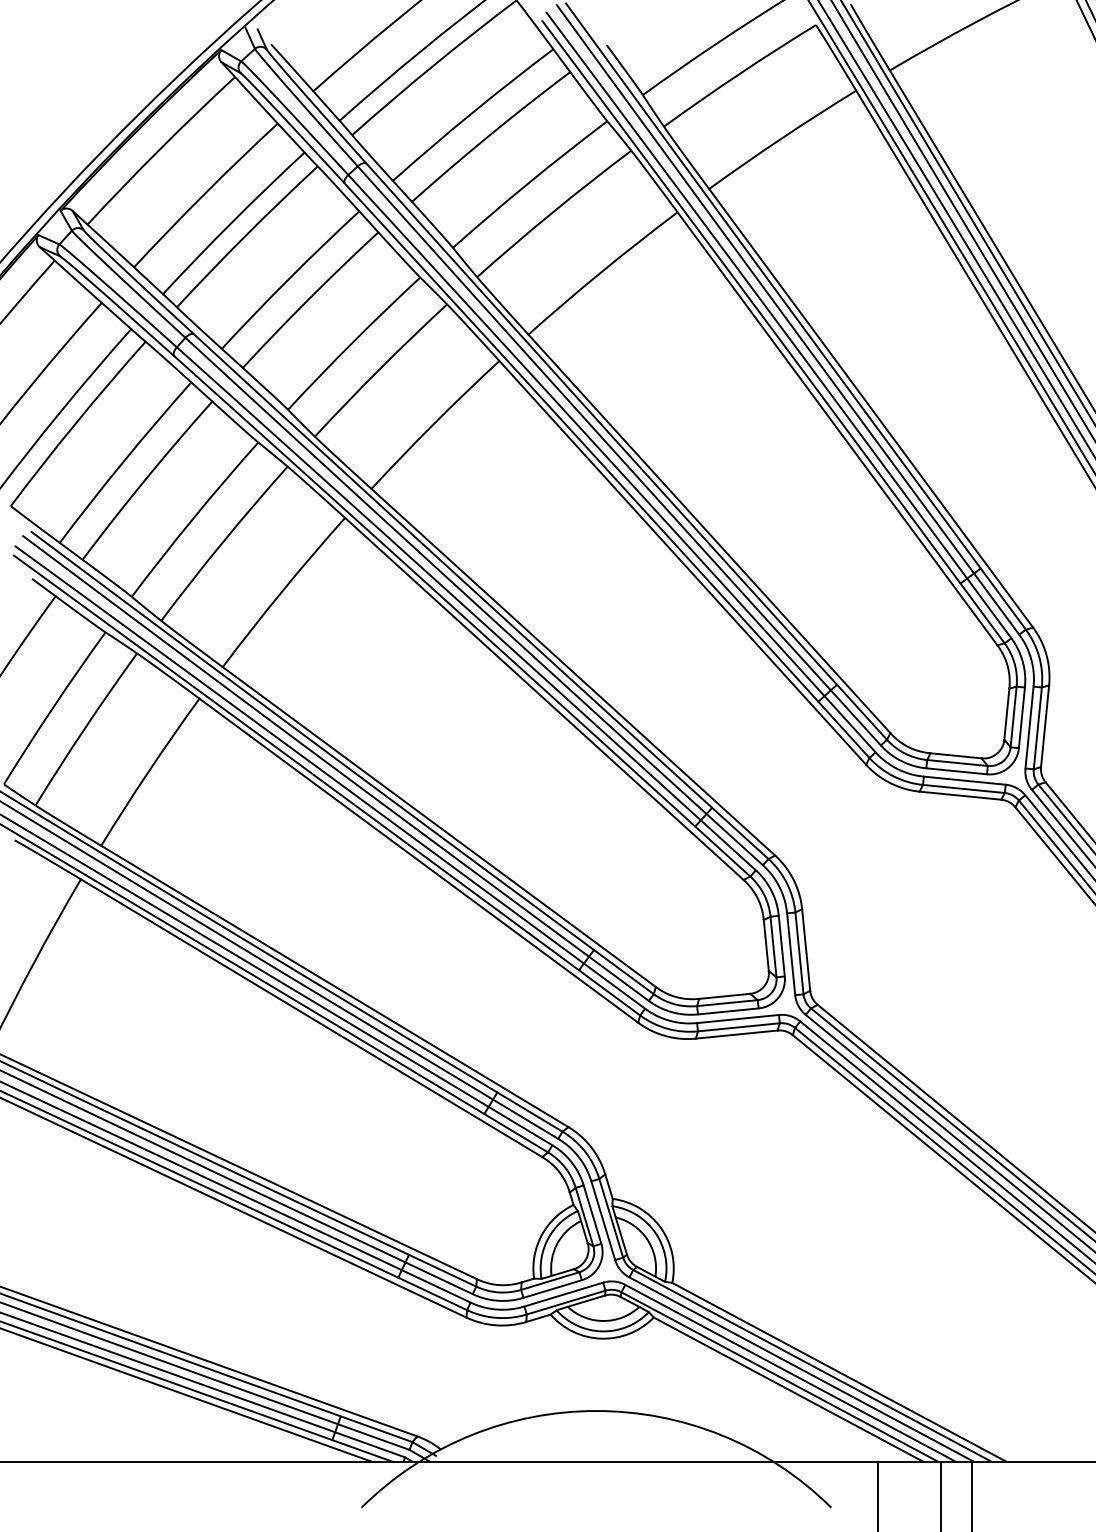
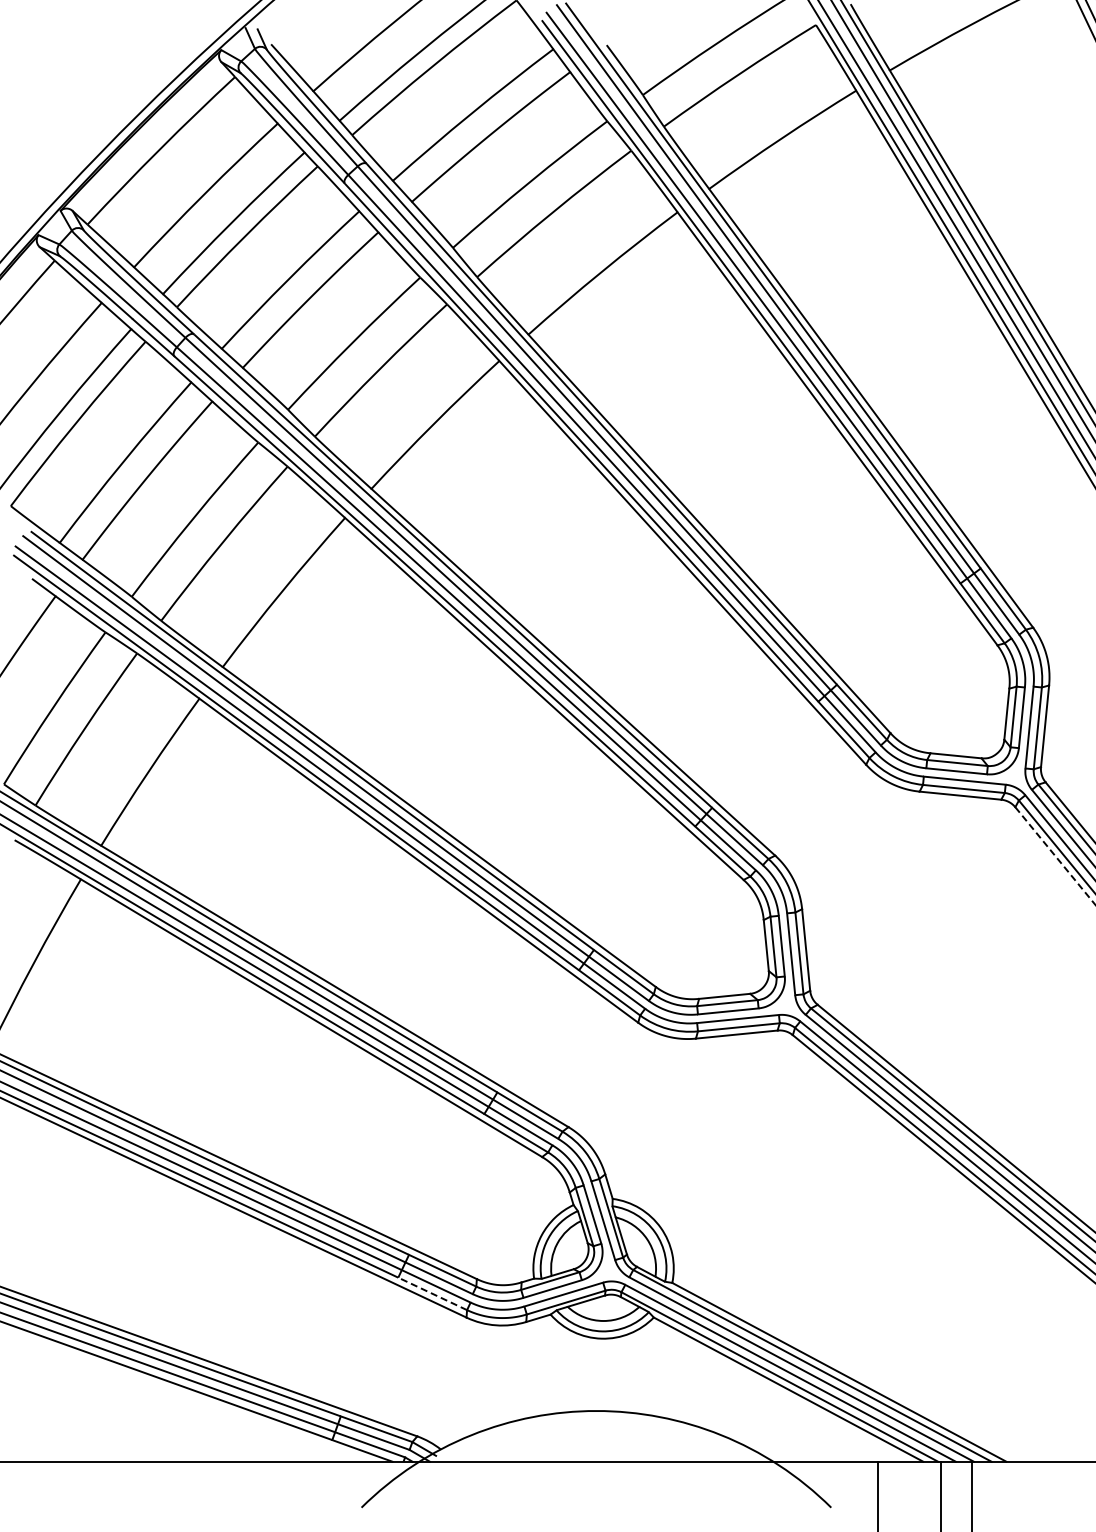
line at (1055, 856): solid -> dashed
line at (432, 1293): solid -> dashed
line at (186, 1395): present -> none
